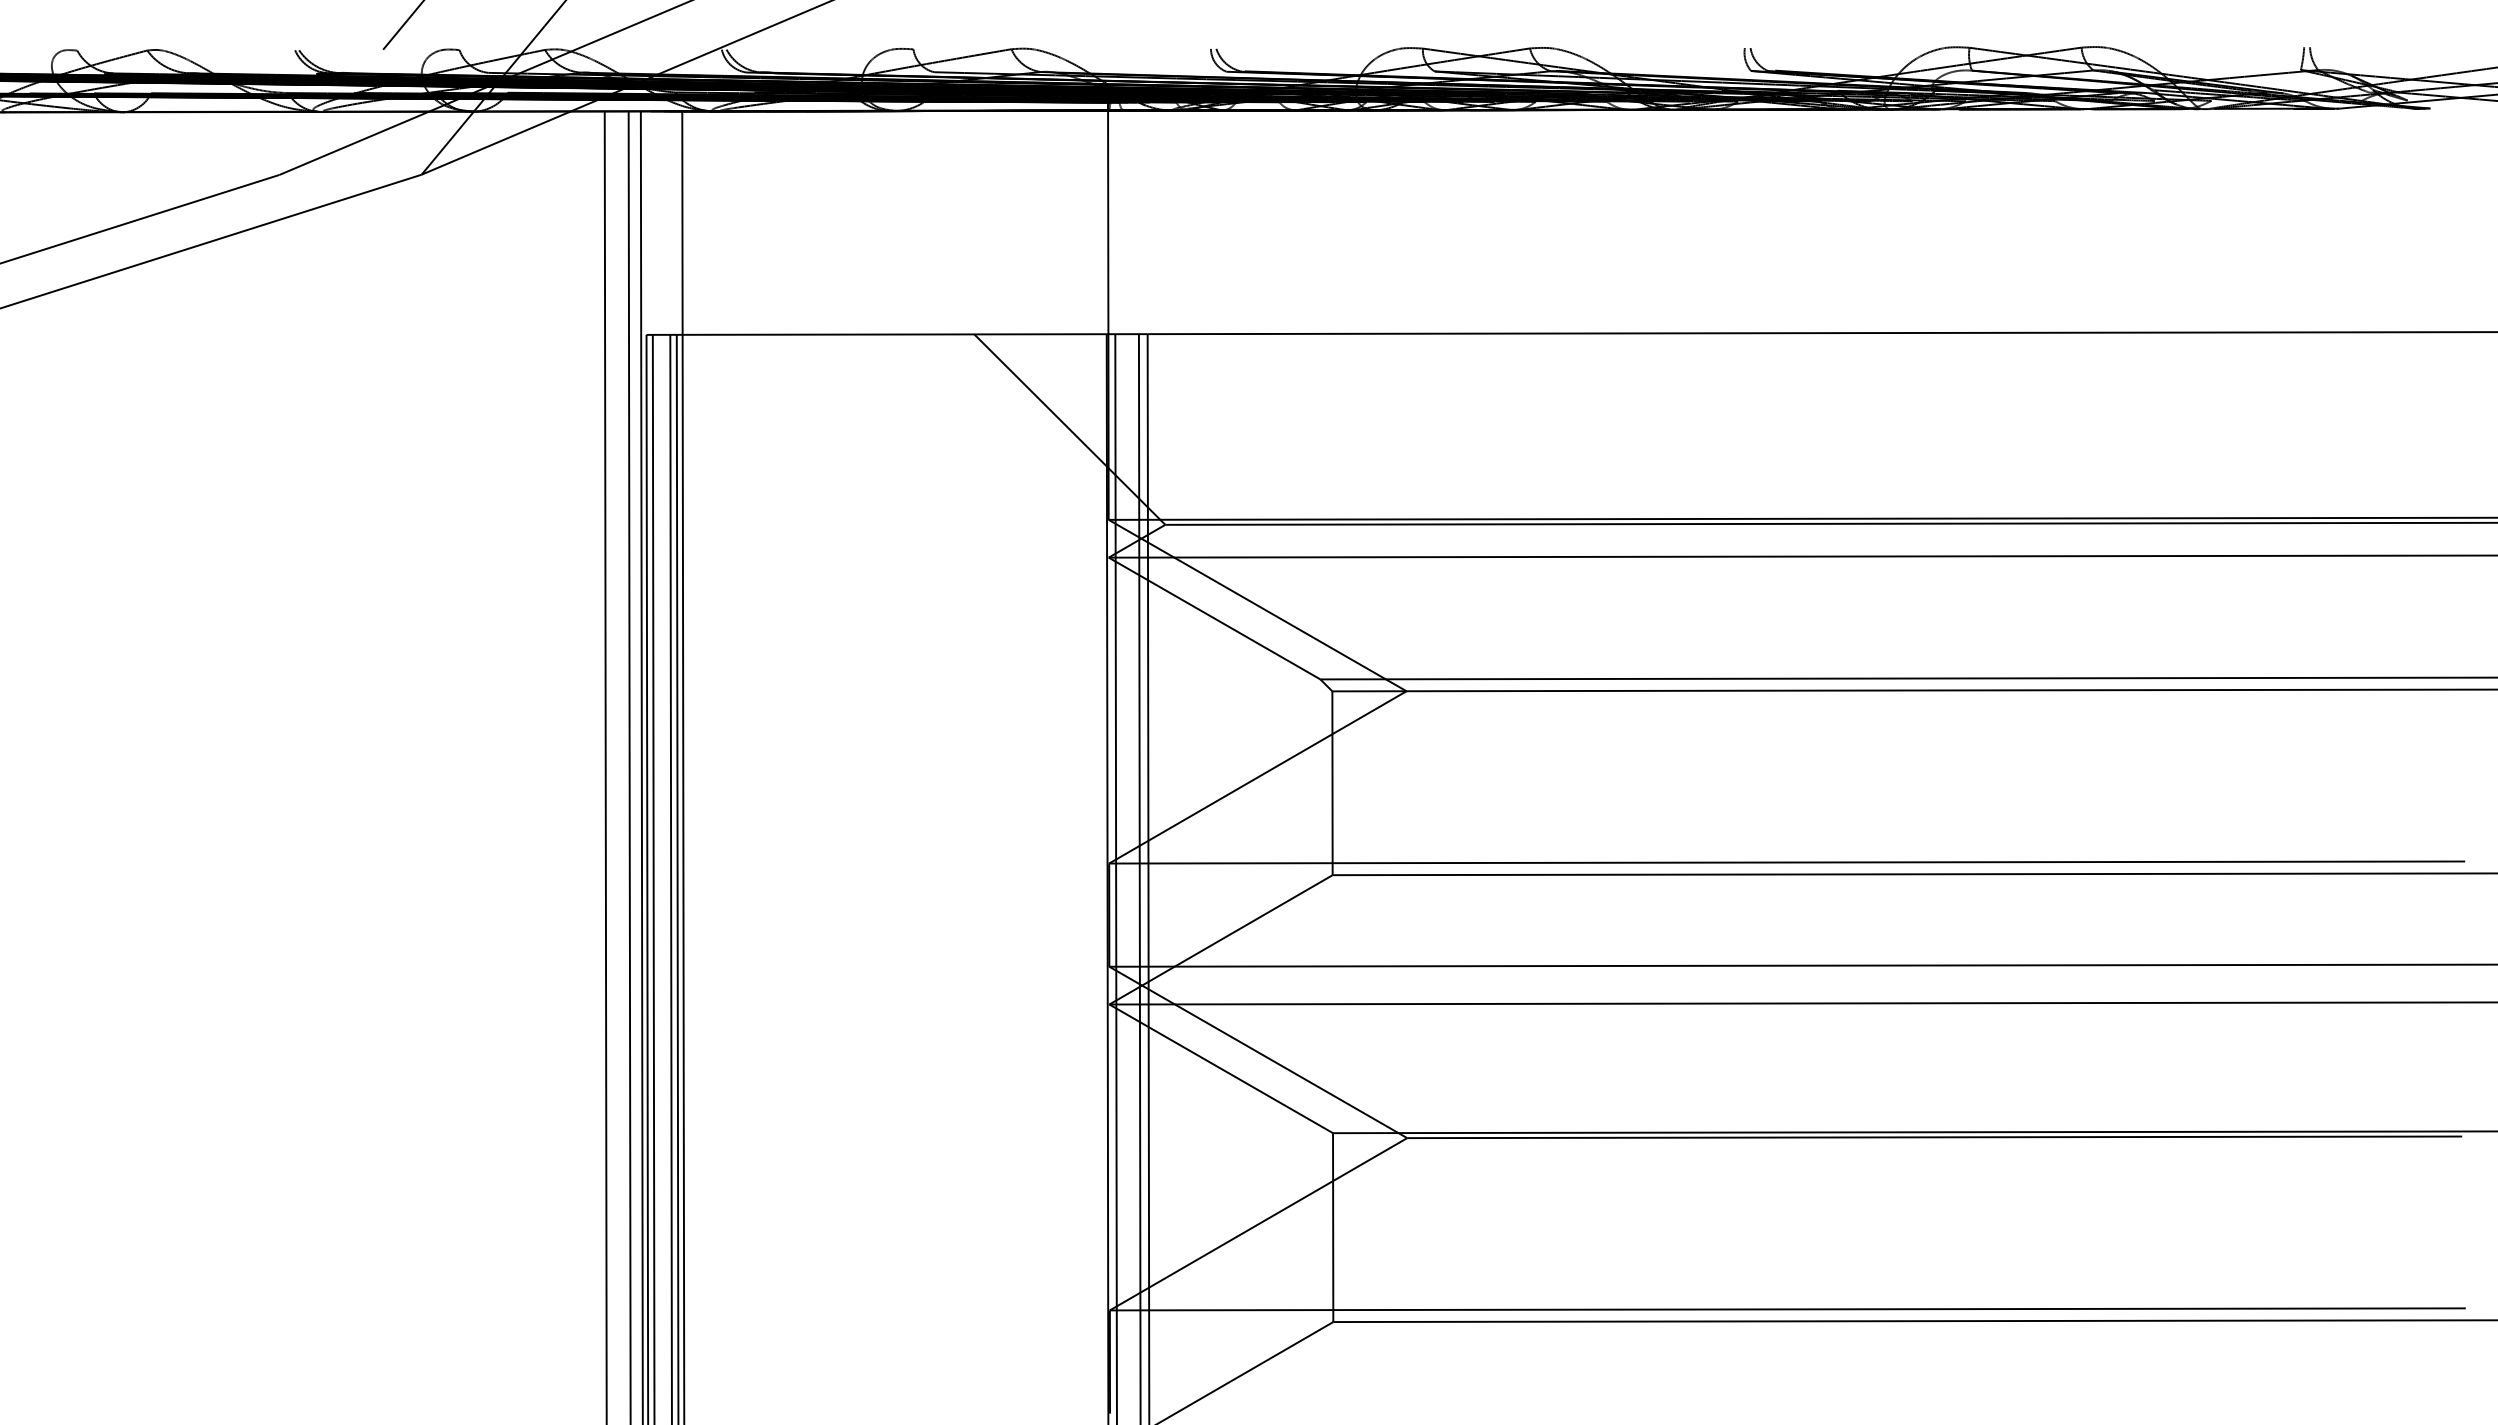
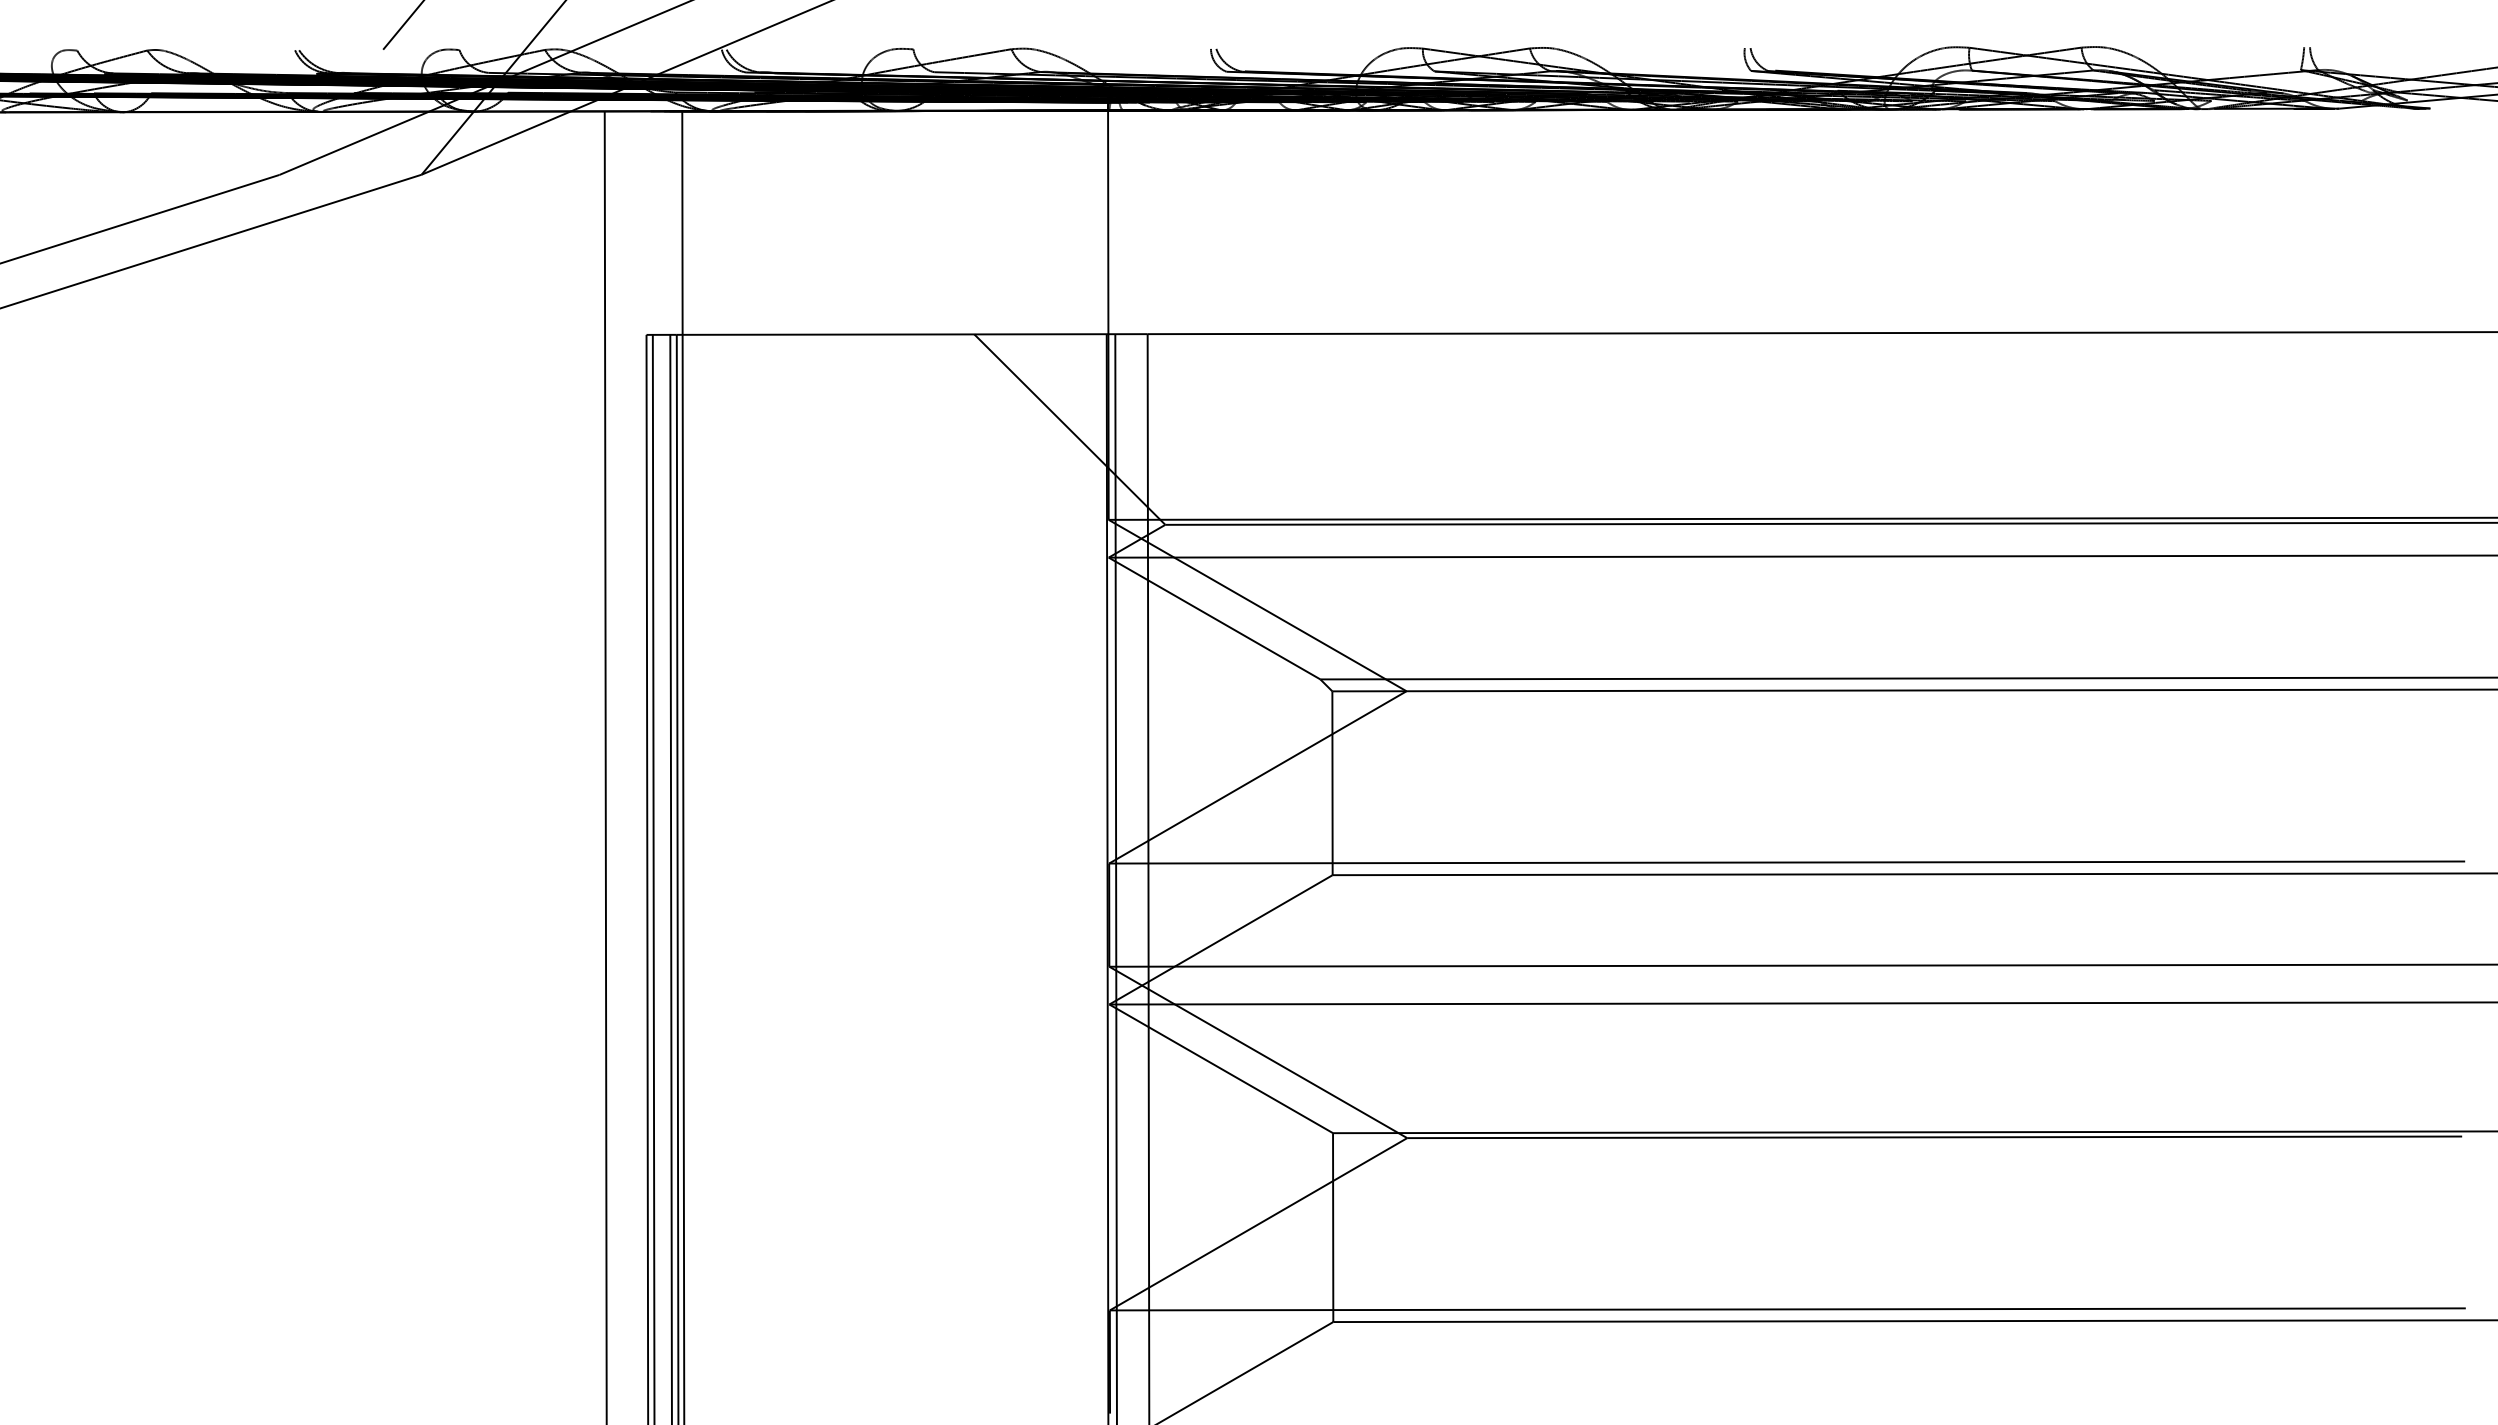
line at (629, 766): present -> none
line at (641, 766): present -> none
line at (1139, 877): present -> none
